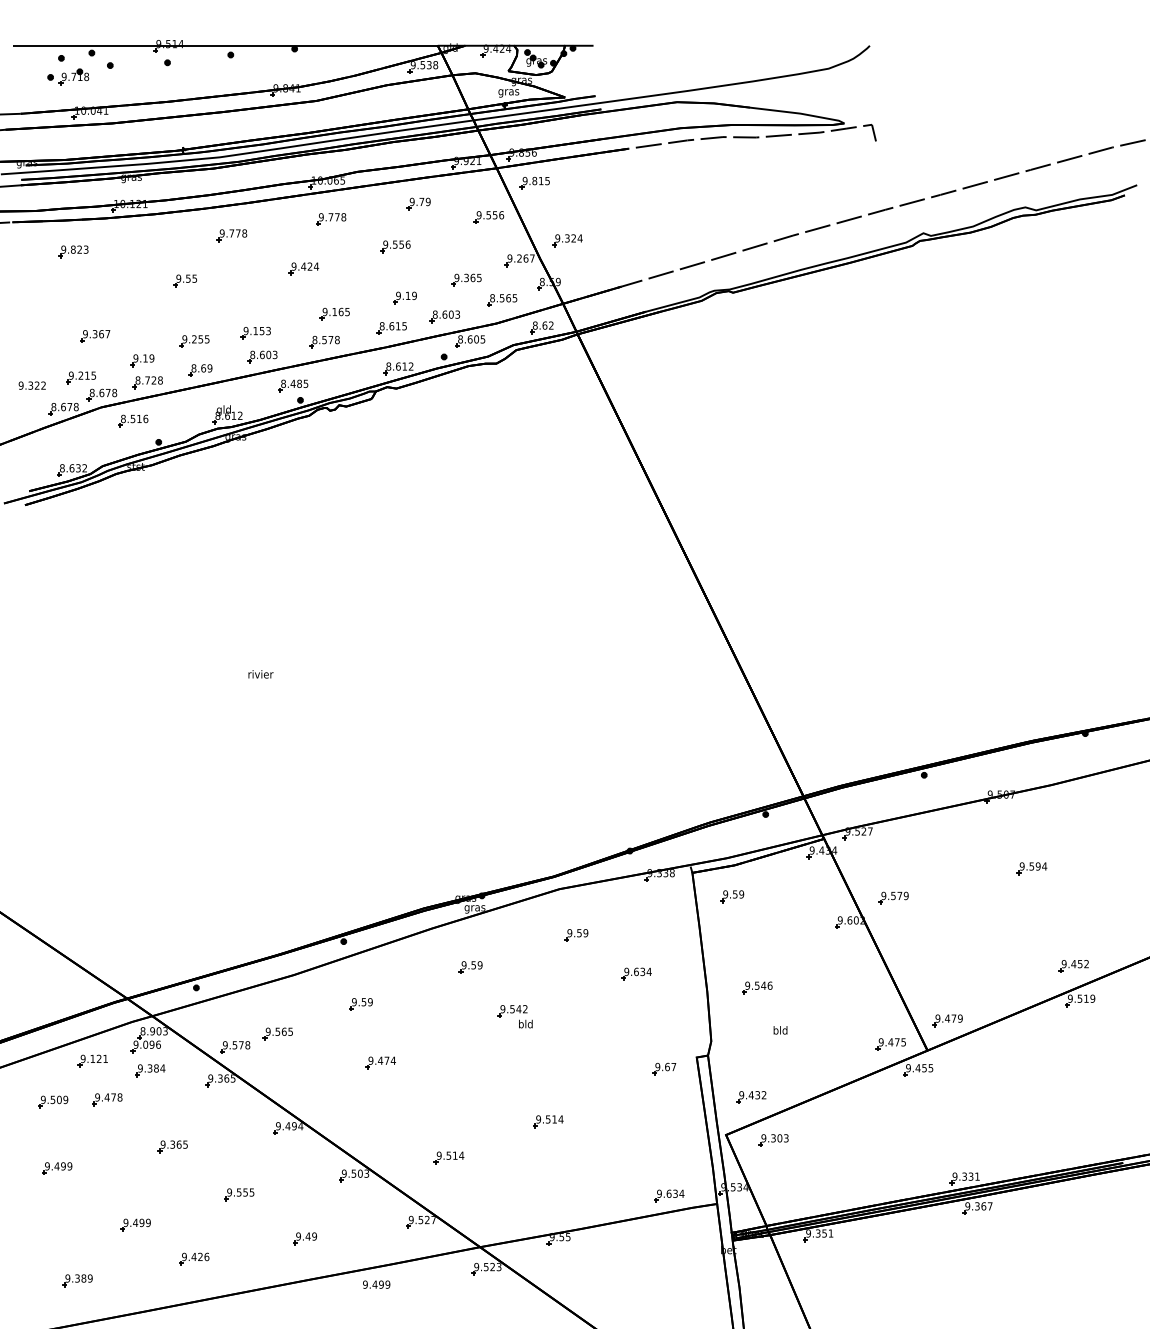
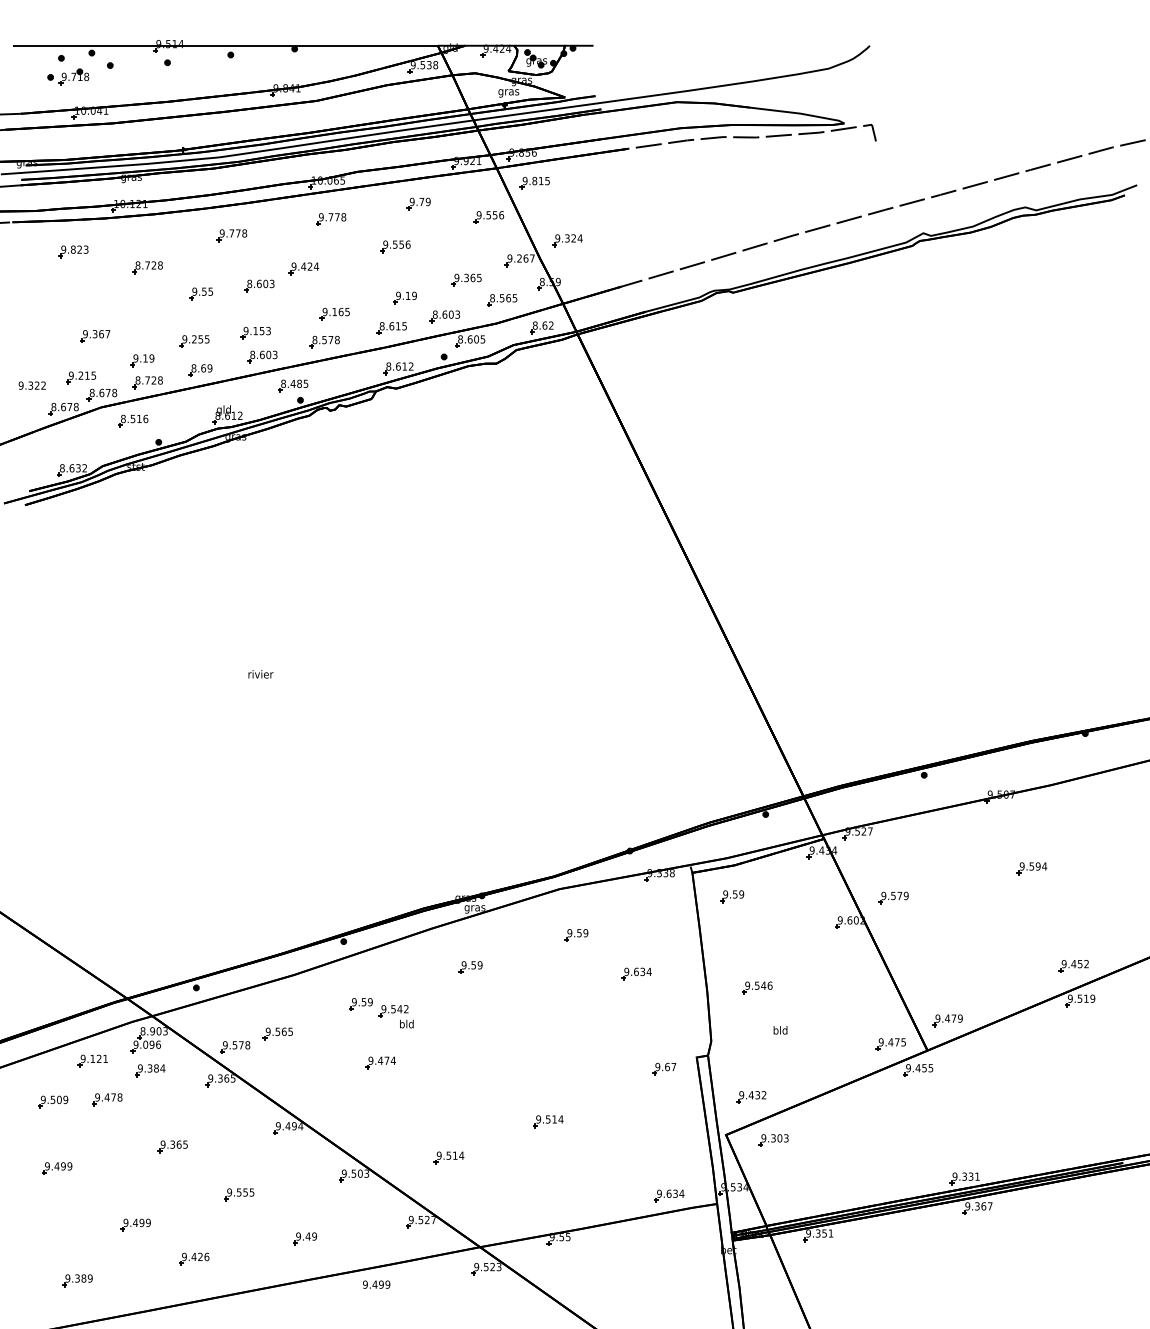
part at (147, 267): none -> present
part at (185, 280) position: (185, 280) -> (201, 293)
part at (259, 285): none -> present
part at (514, 1016) position: (514, 1016) -> (395, 1016)
